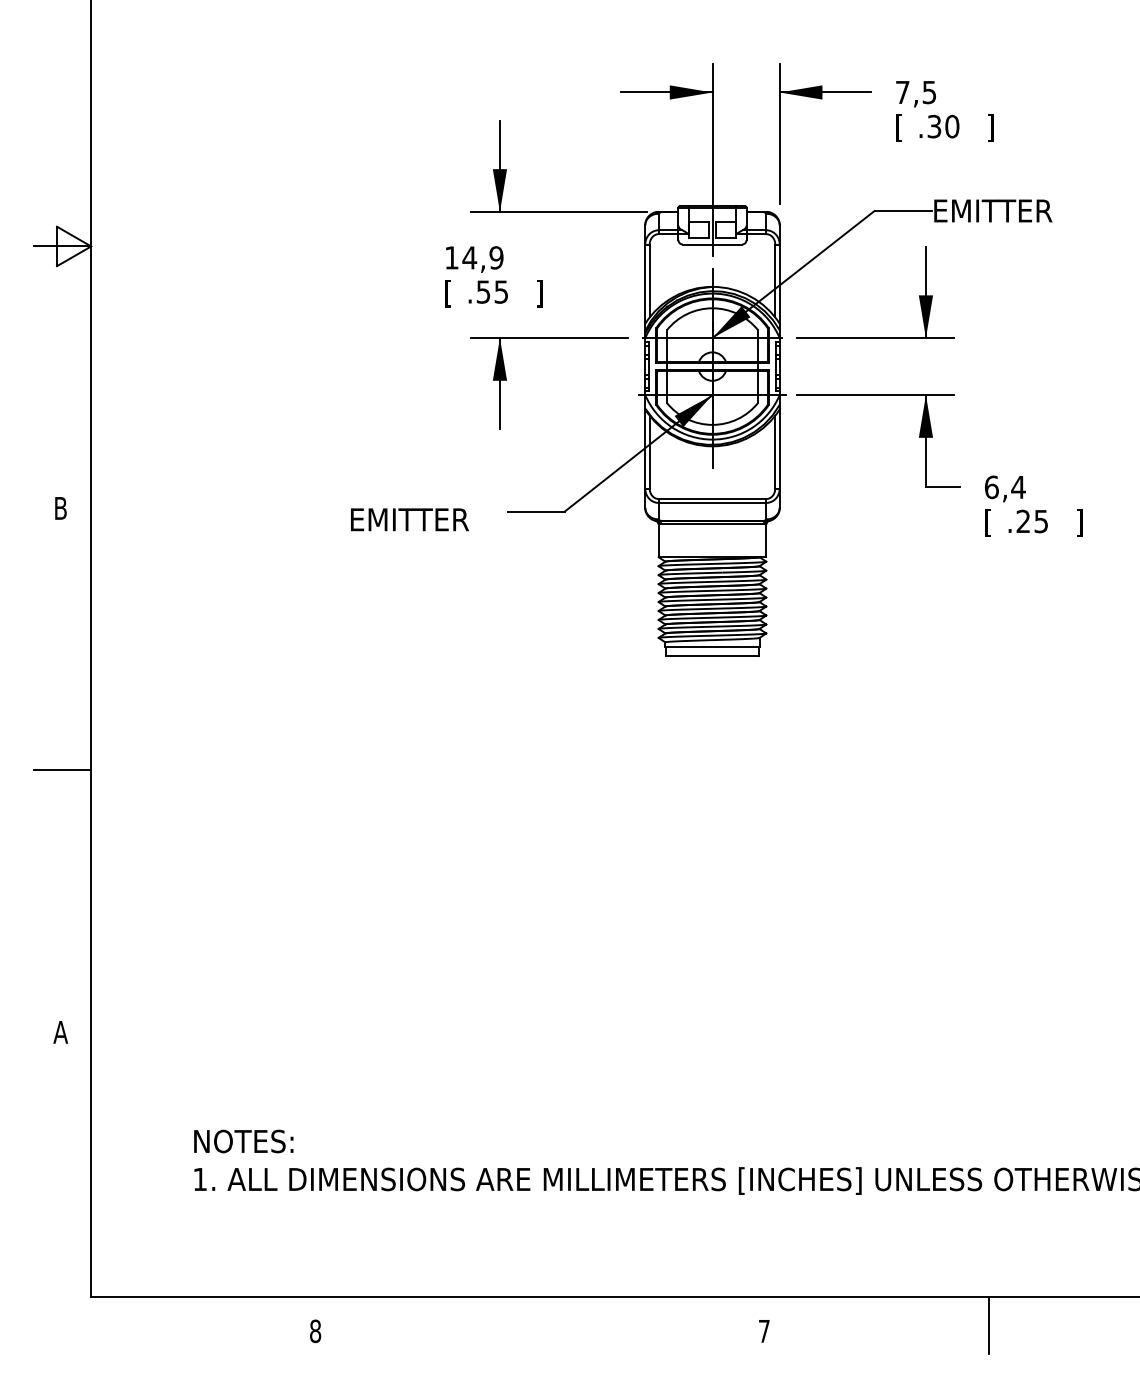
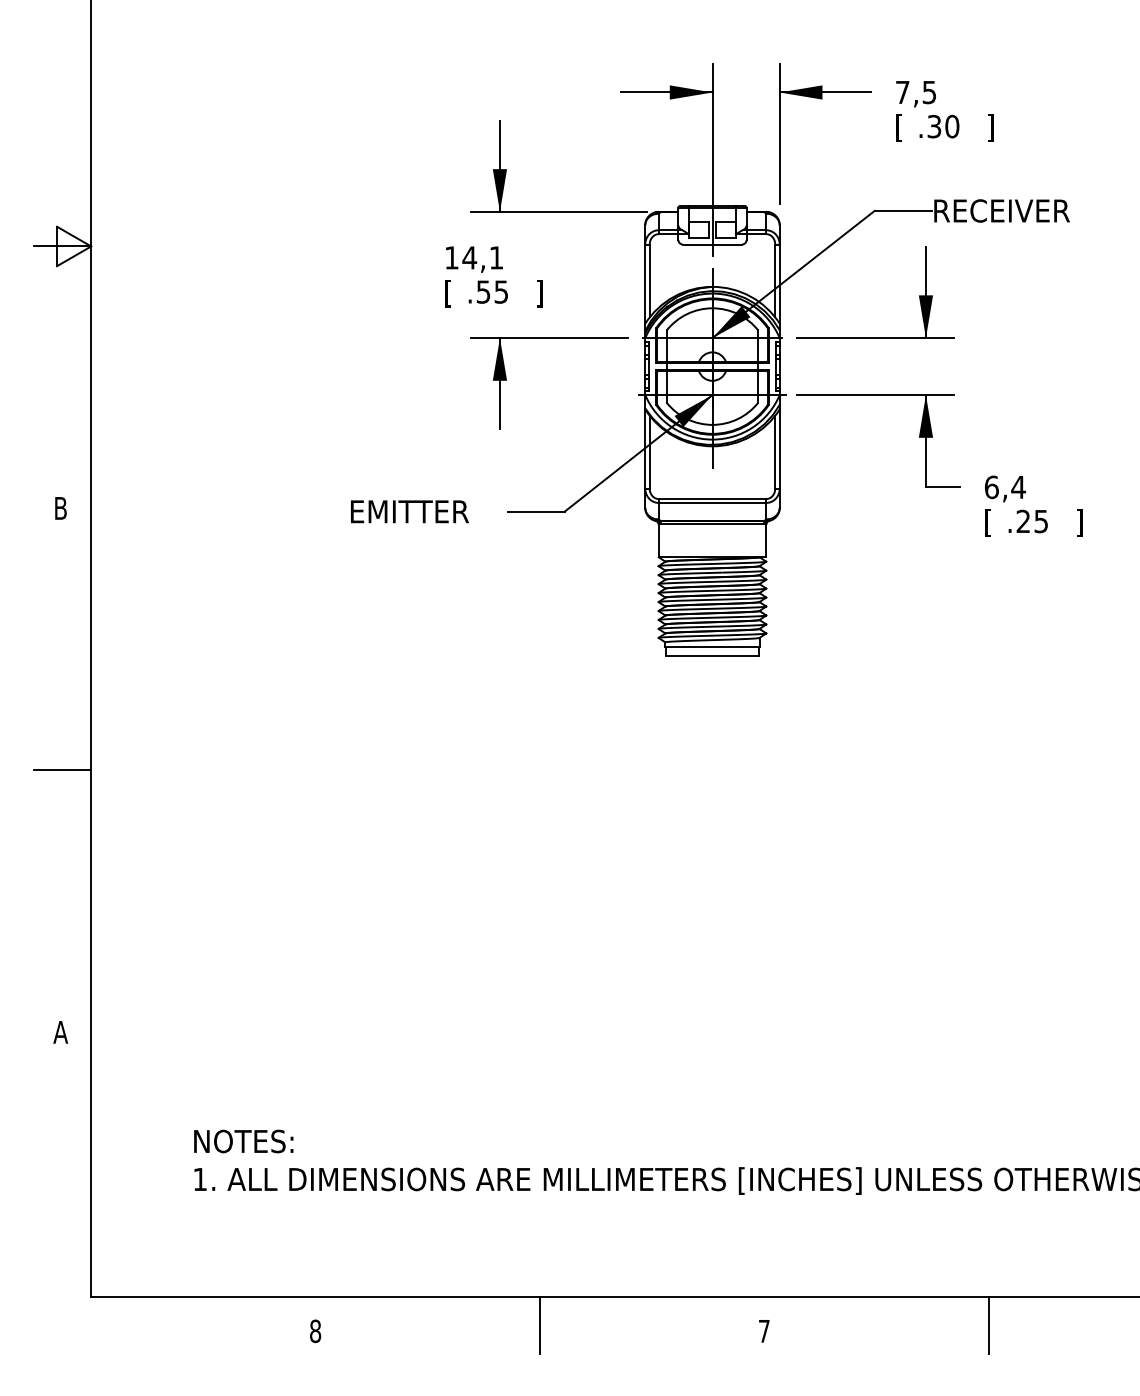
text at (1003, 210): EMITTER -> RECEIVER
text at (496, 257): 14,9 -> 14,1
text at (409, 519) position: (409, 519) -> (409, 511)
line at (539, 1325): none -> present
